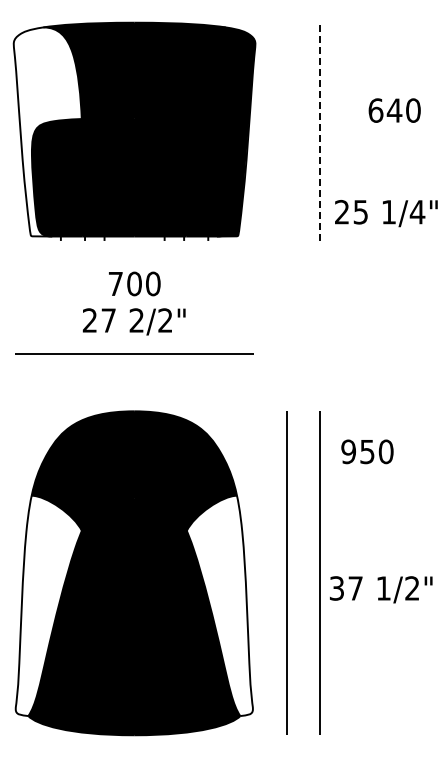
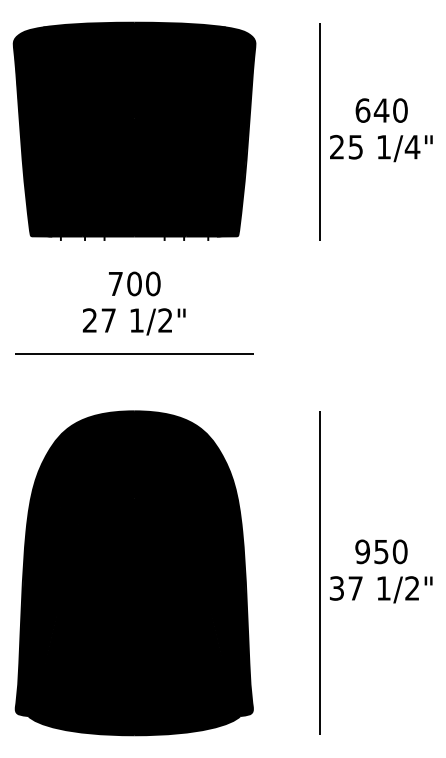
text at (394, 110) position: (394, 110) -> (381, 110)
fill at (47, 131): none -> present
line at (320, 131): dashed -> solid
text at (386, 213) position: (386, 213) -> (381, 148)
text at (136, 320): 2/2" -> 1/2"
text at (367, 451) position: (367, 451) -> (381, 551)
line at (286, 572): present -> none
fill at (48, 605): none -> present
fill at (219, 605): none -> present
